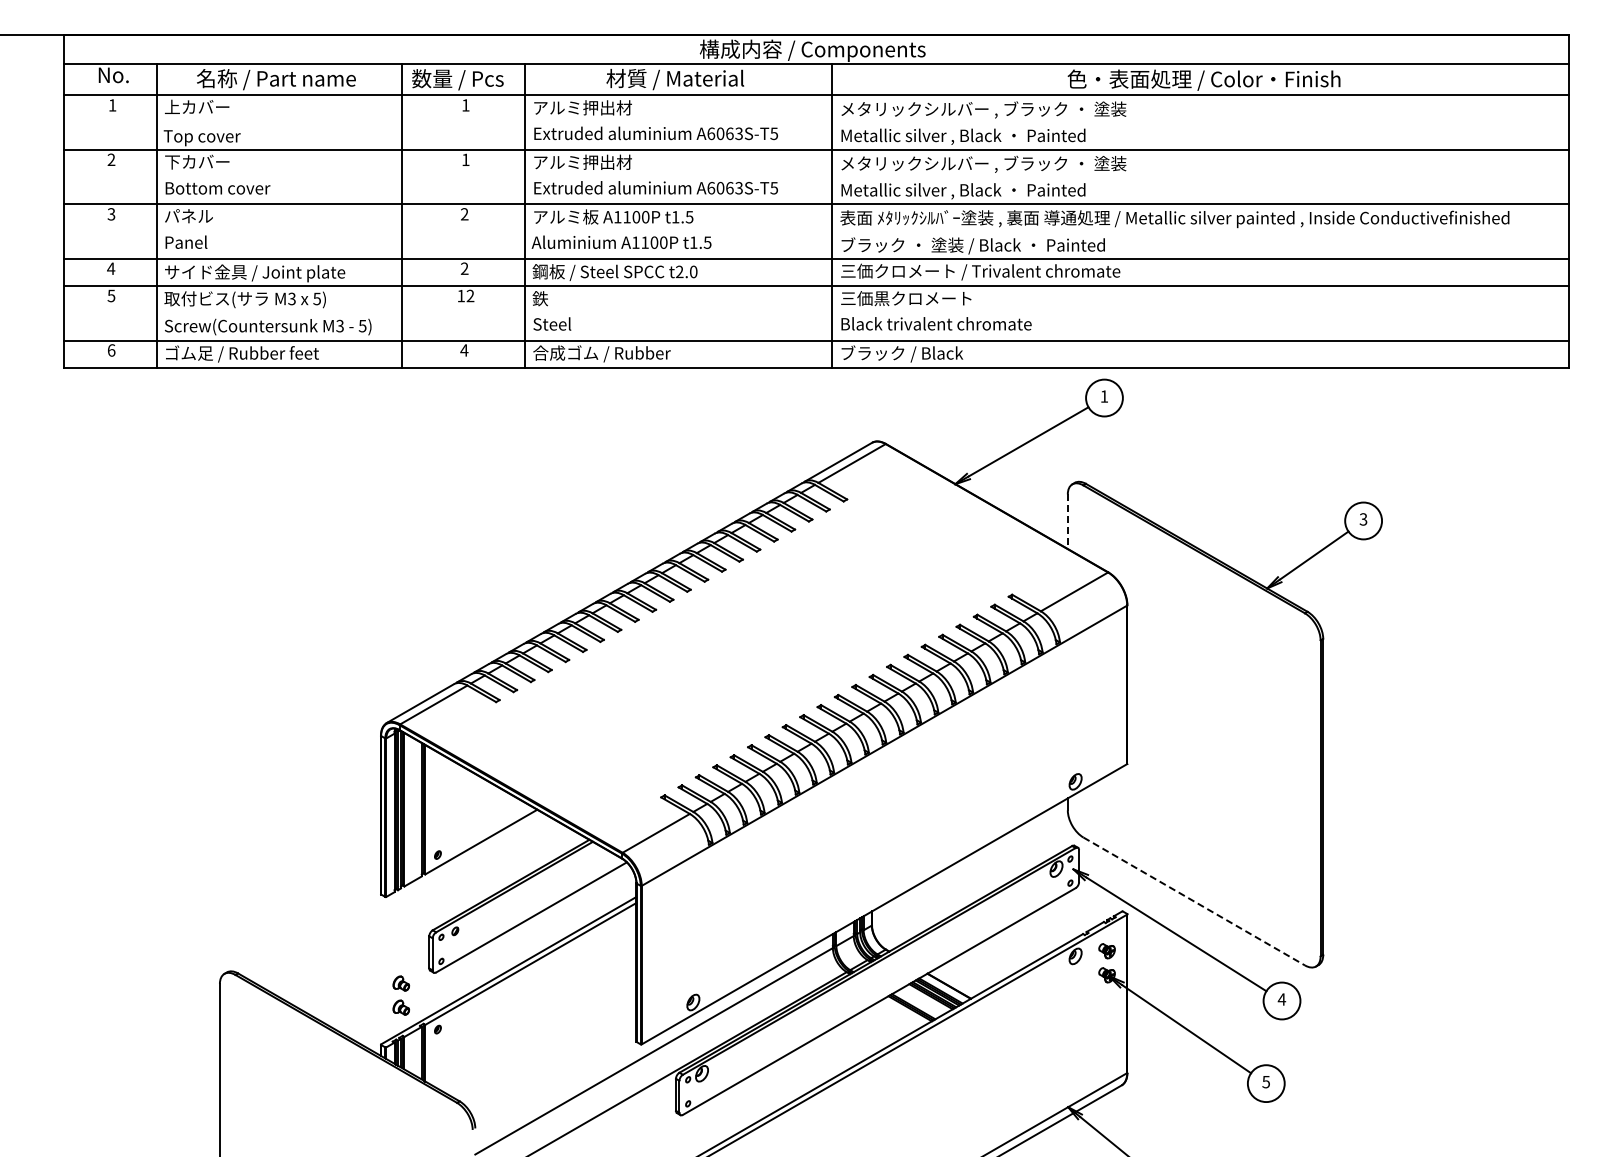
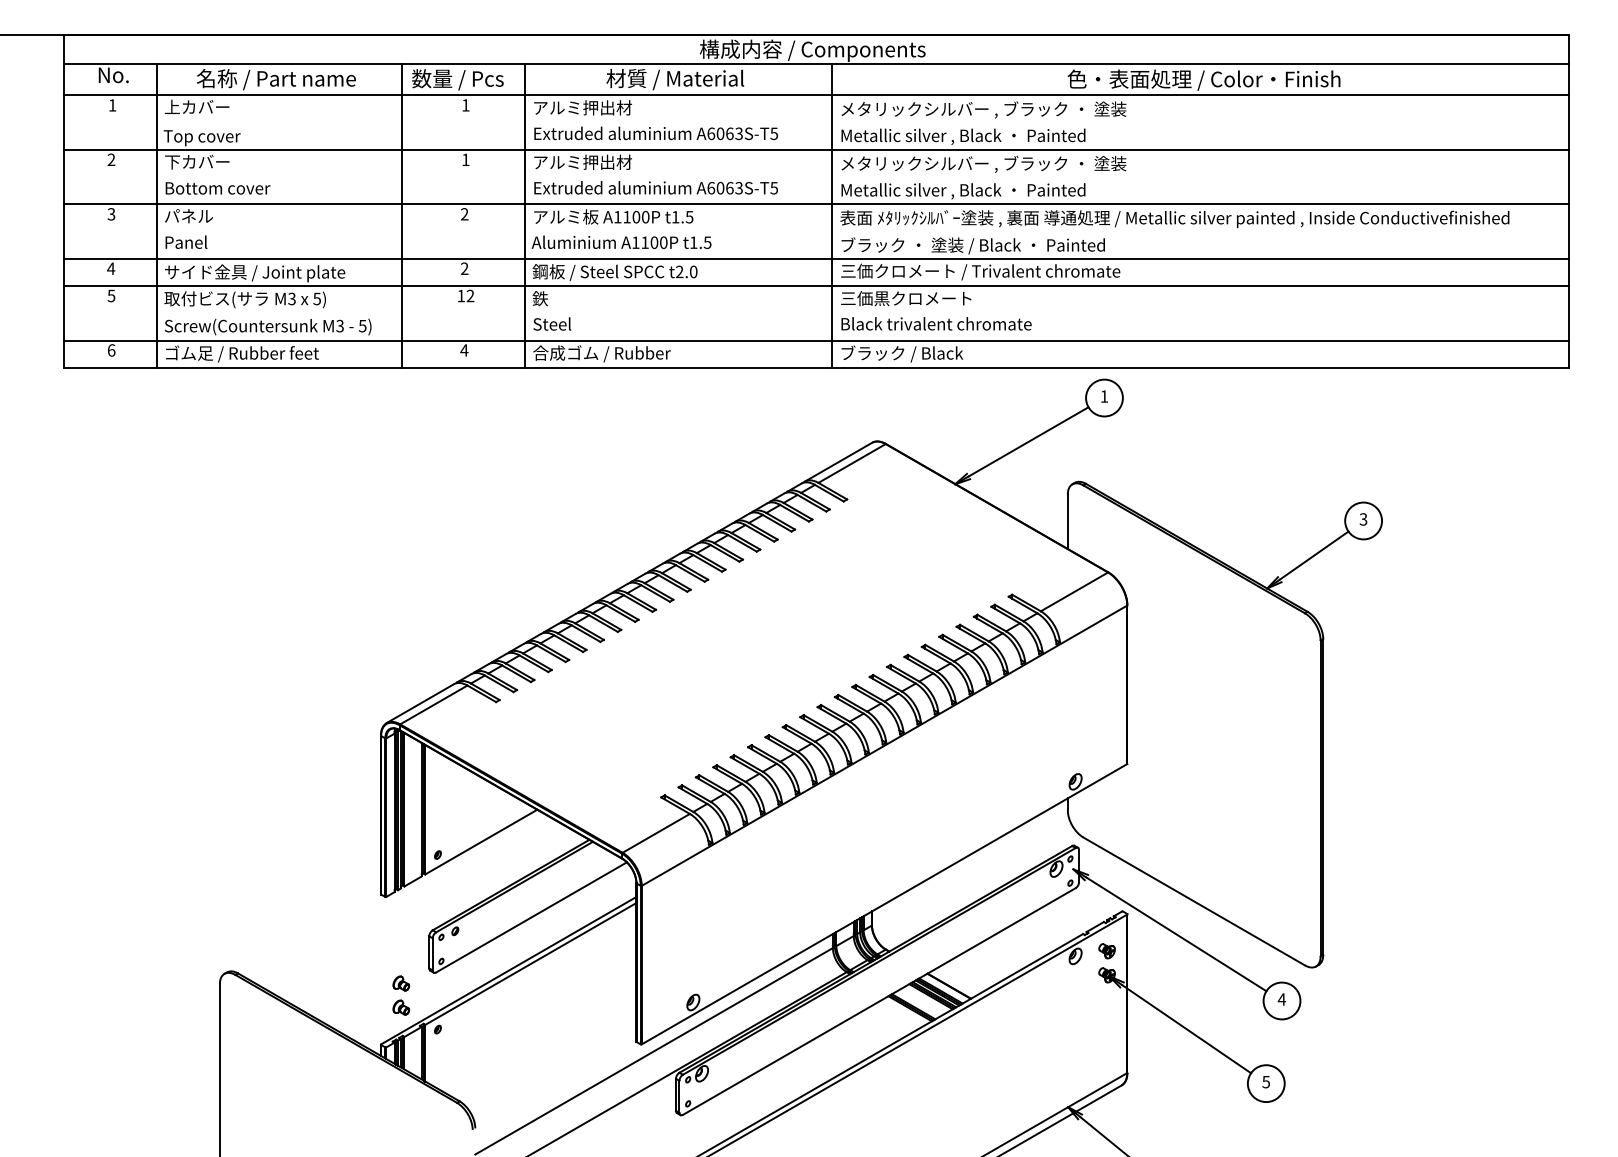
line at (1067, 522): dashed -> solid
line at (1194, 901): dashed -> solid
